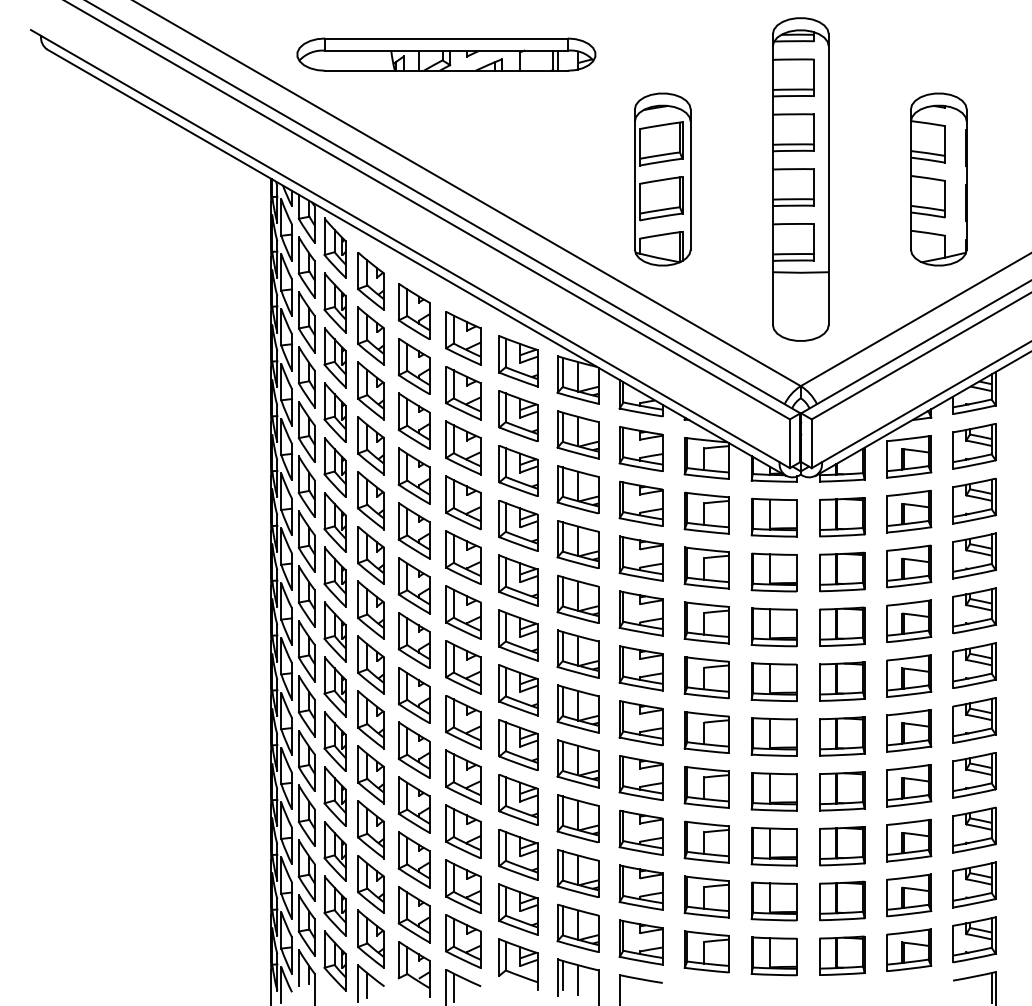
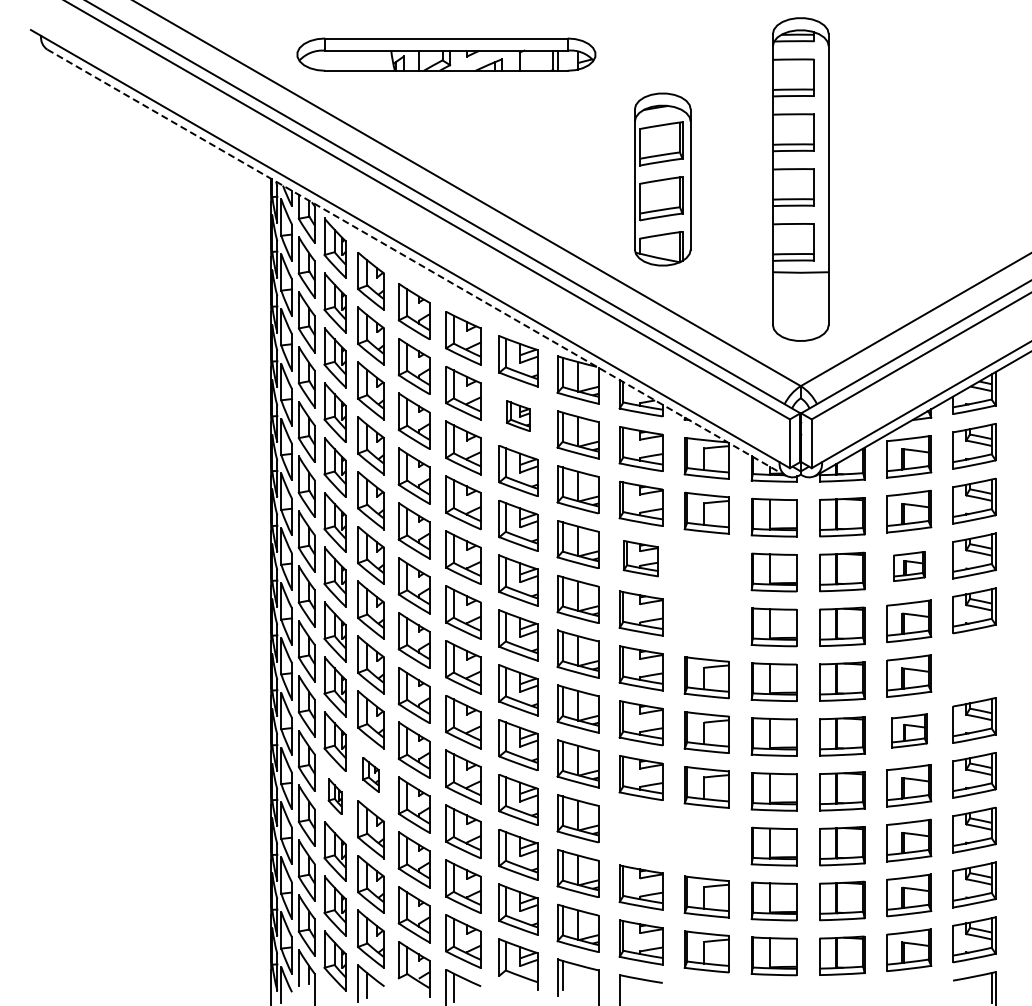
part at (938, 179): present -> none
line at (417, 263): solid -> dashed
part at (518, 415) size: 41x52 px -> 25x32 px
part at (640, 558) size: 46x47 px -> 37x38 px
part at (909, 566) size: 47x45 px -> 33x31 px
part at (706, 567): present -> none
part at (706, 622): present -> none
part at (974, 665): present -> none
part at (909, 730) size: 47x44 px -> 37x36 px
part at (370, 774) size: 28x60 px -> 18x36 px
part at (334, 796) size: 24x61 px -> 16x37 px
part at (640, 832): present -> none
part at (706, 841): present -> none
line at (578, 979): present -> none
